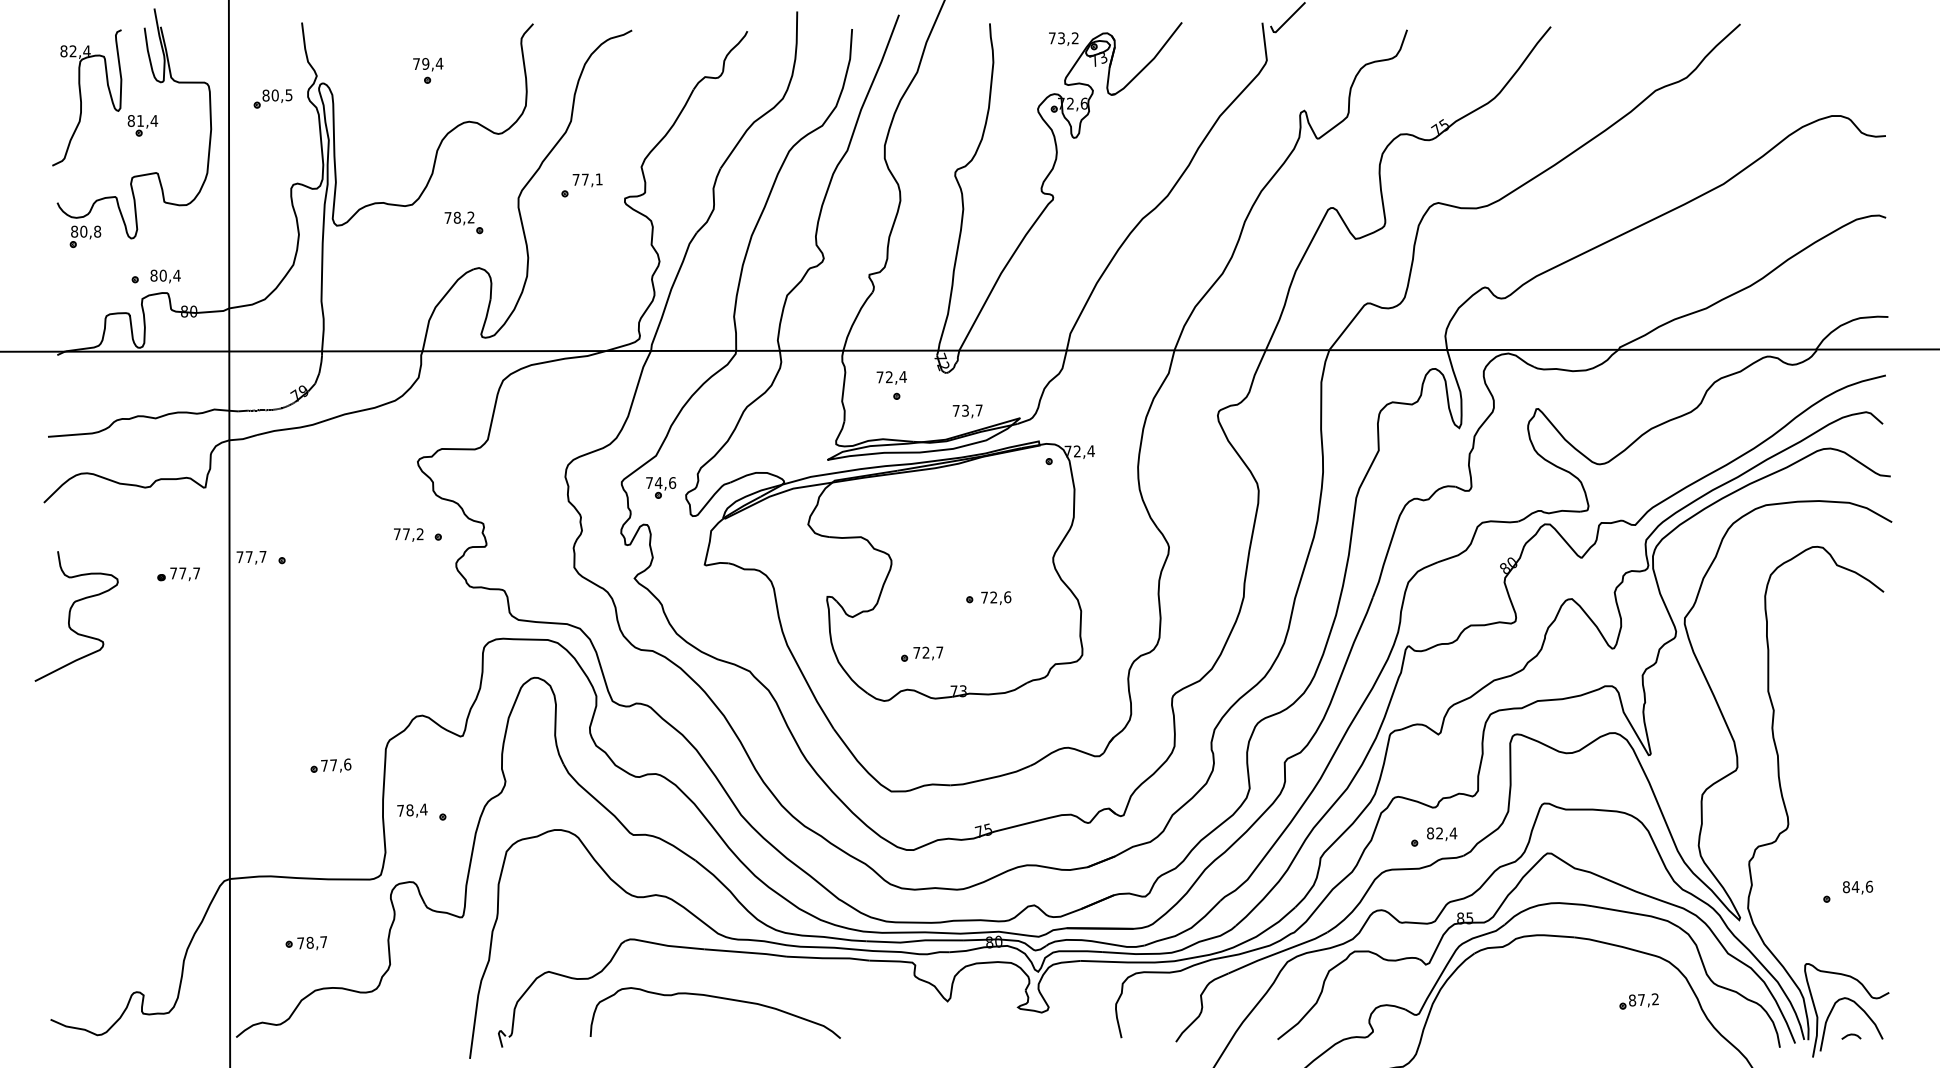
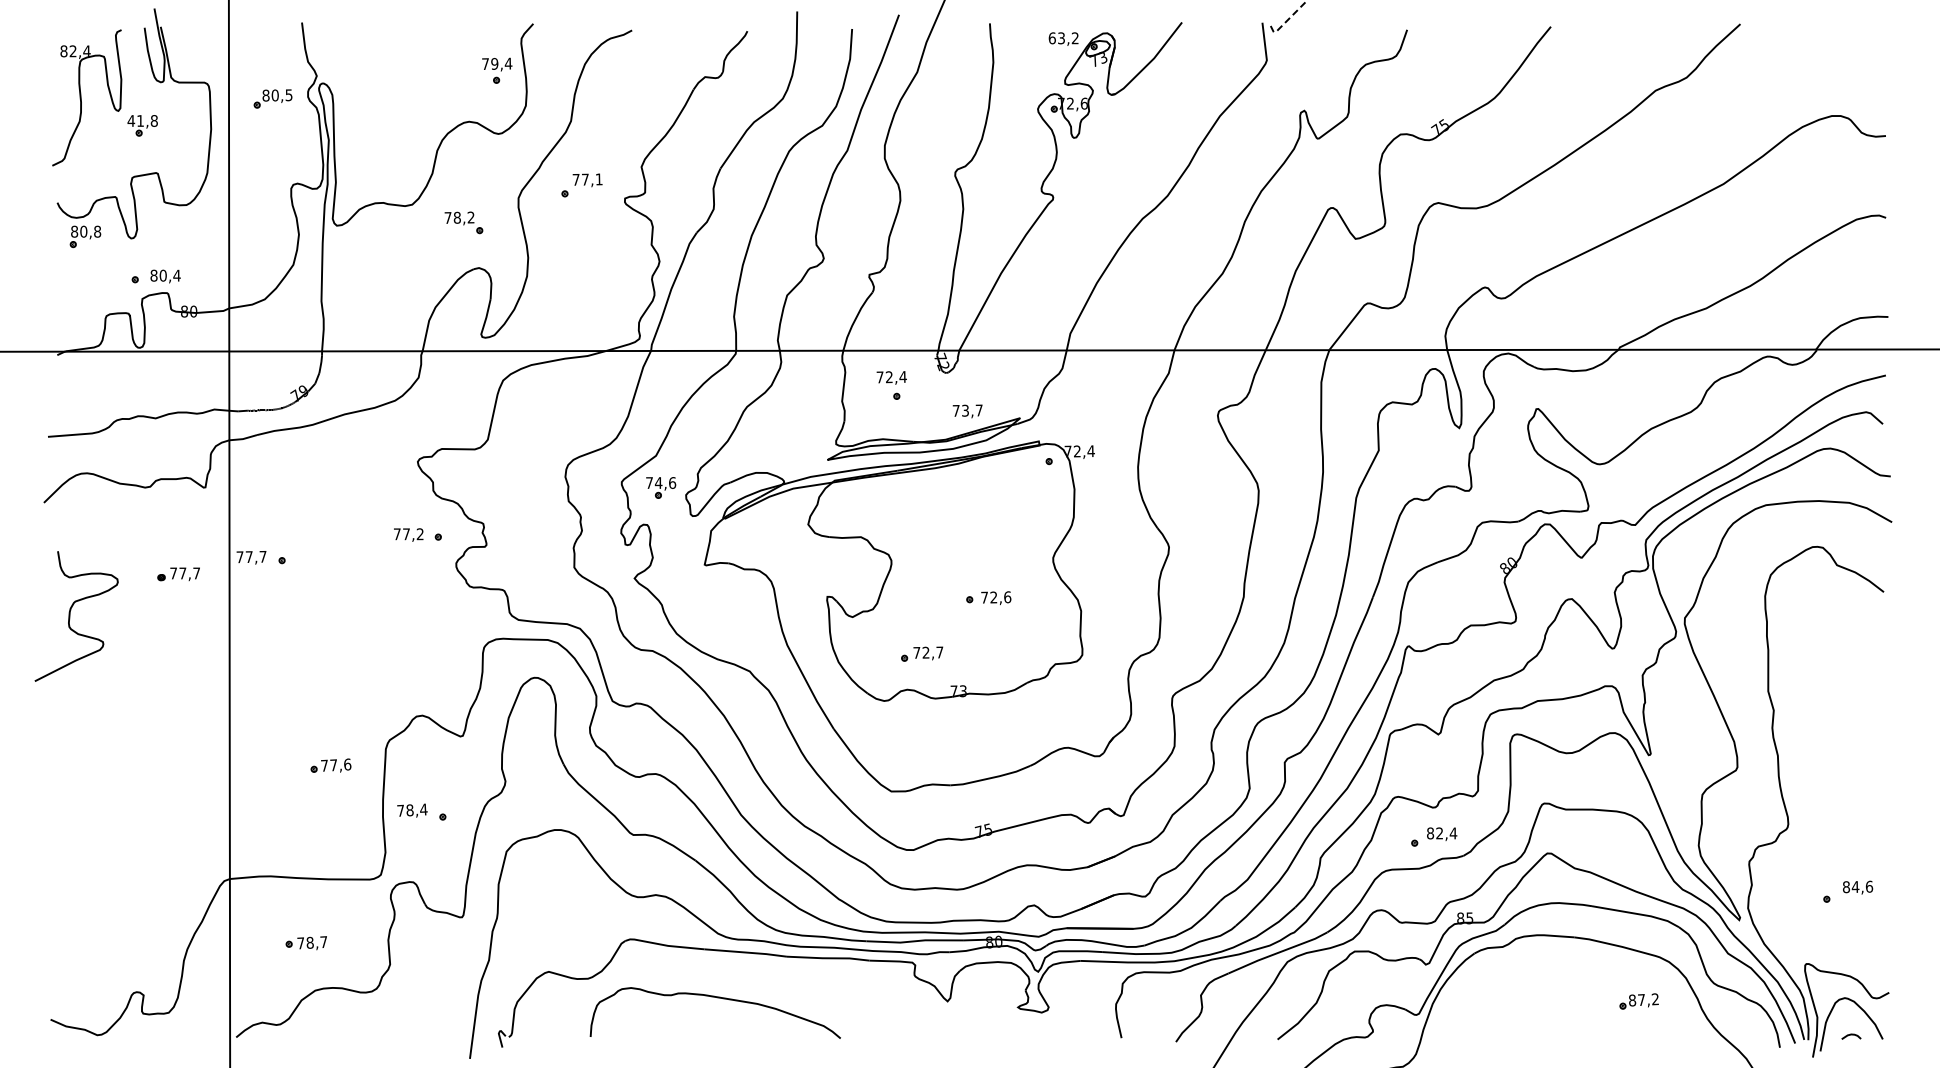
line at (1286, 21): solid -> dashed
text at (1051, 38): 73,2 -> 63,2
part at (428, 70) position: (428, 70) -> (497, 70)
text at (142, 120): 81,4 -> 41,8
